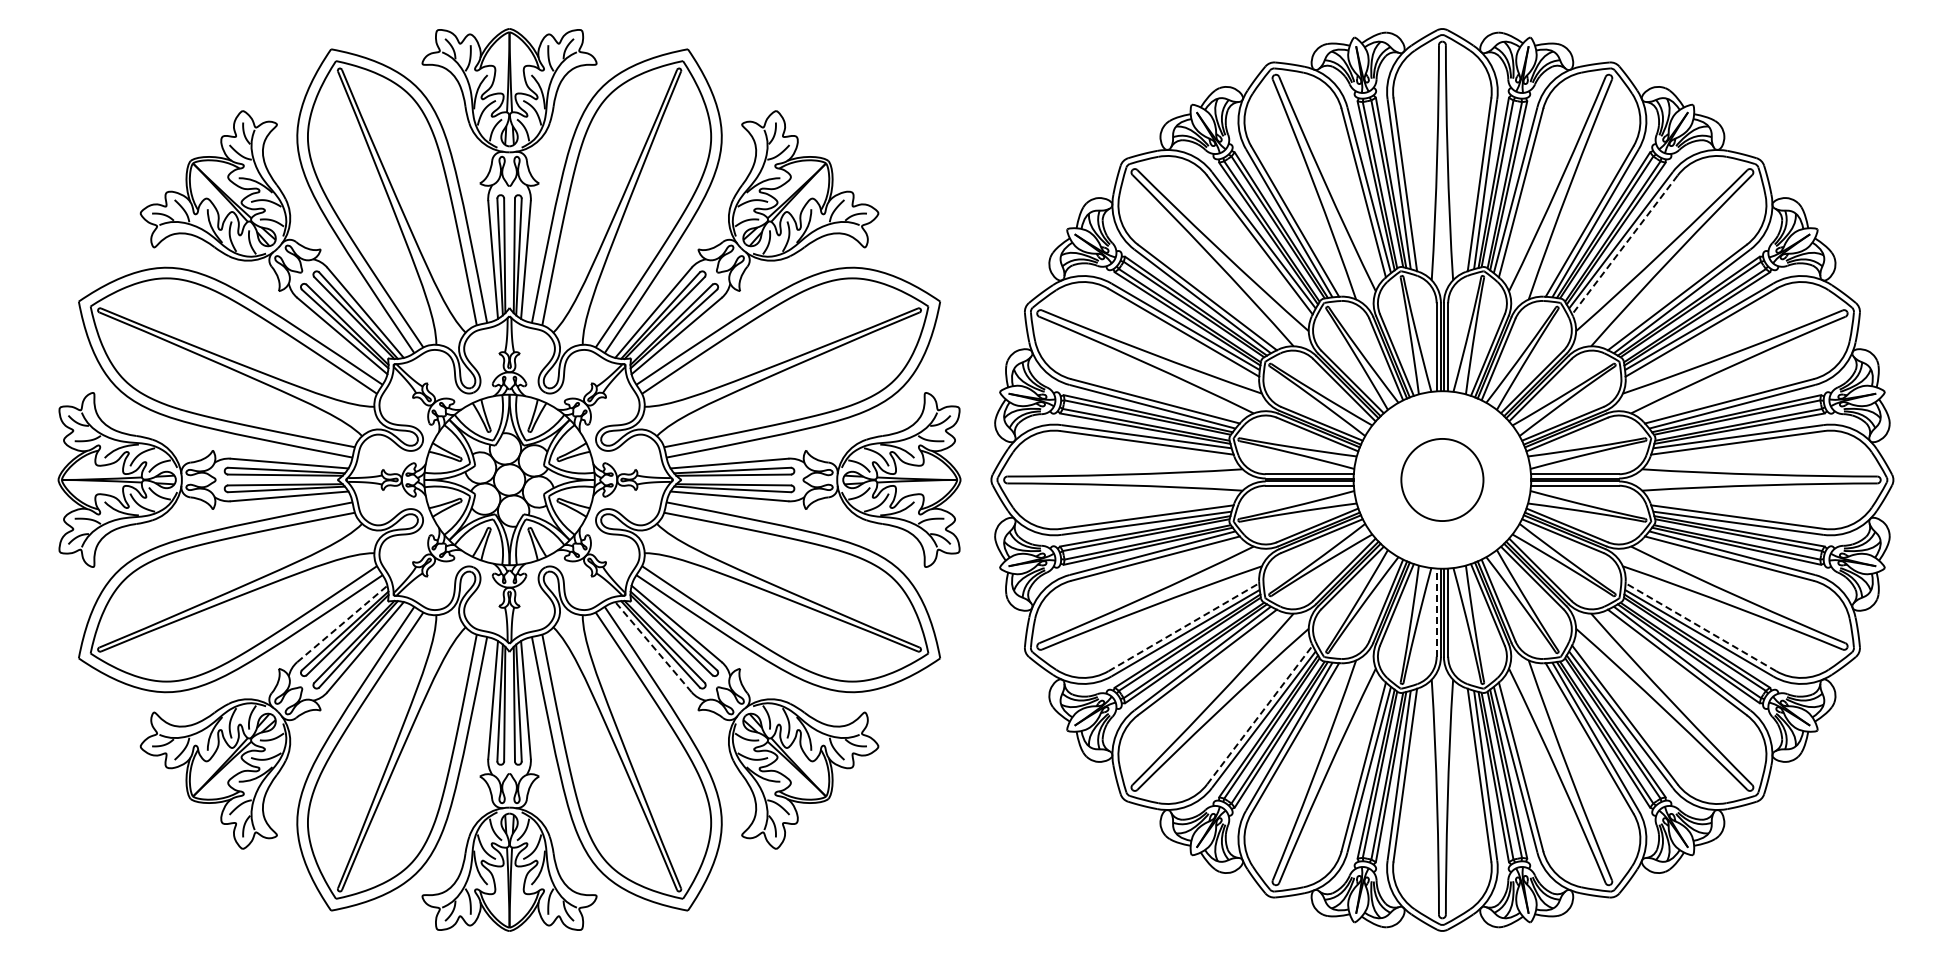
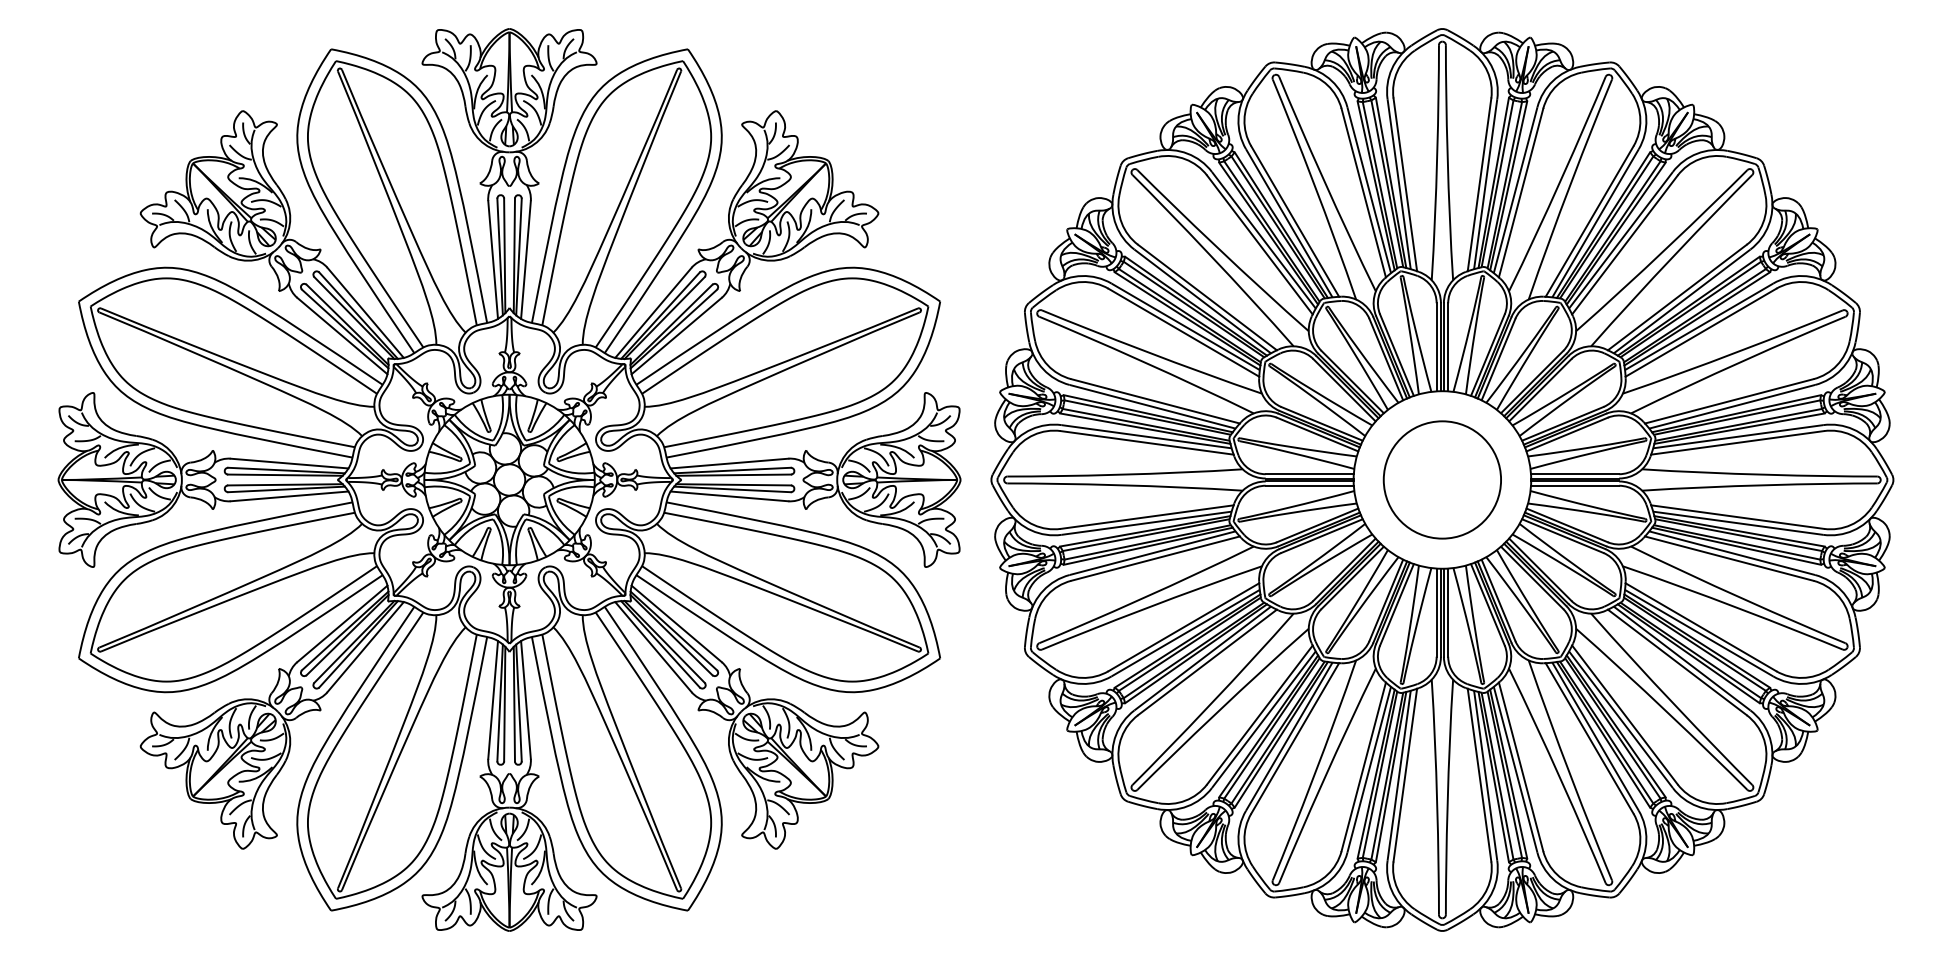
line at (1624, 245): dashed -> solid
circle at (1442, 479) diameter: 82 px -> 117 px
line at (1436, 612): dashed -> solid
line at (342, 623): dashed -> solid
line at (1184, 626): dashed -> solid
line at (1700, 626): dashed -> solid
line at (653, 646): dashed -> solid
line at (1260, 714): dashed -> solid
